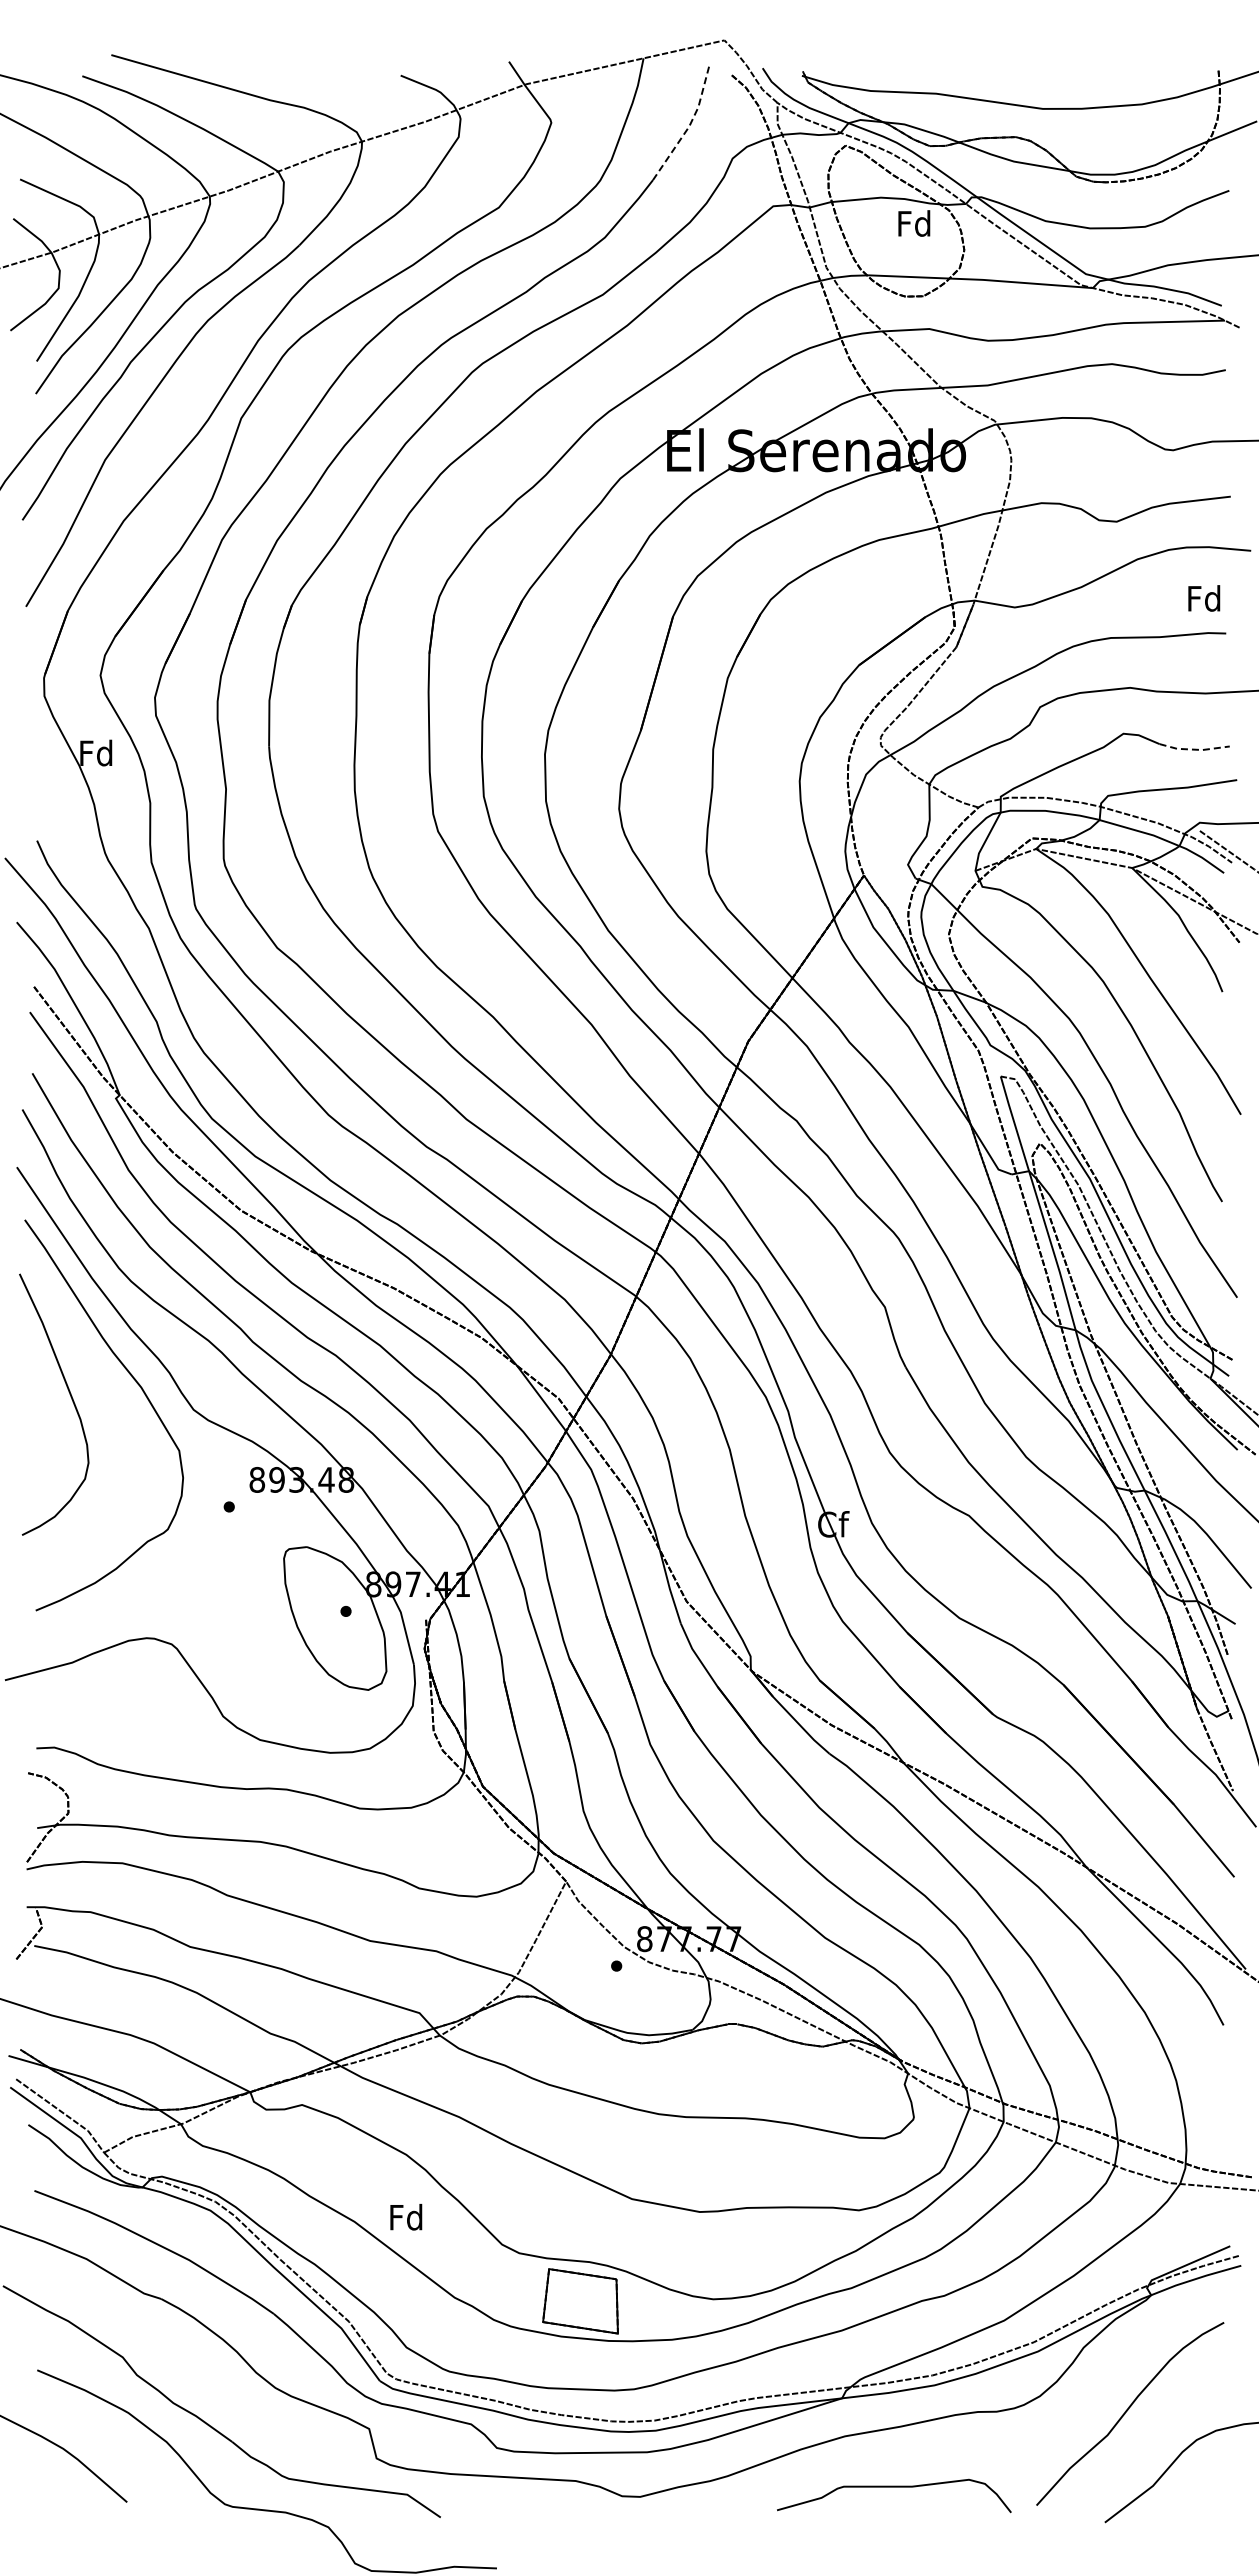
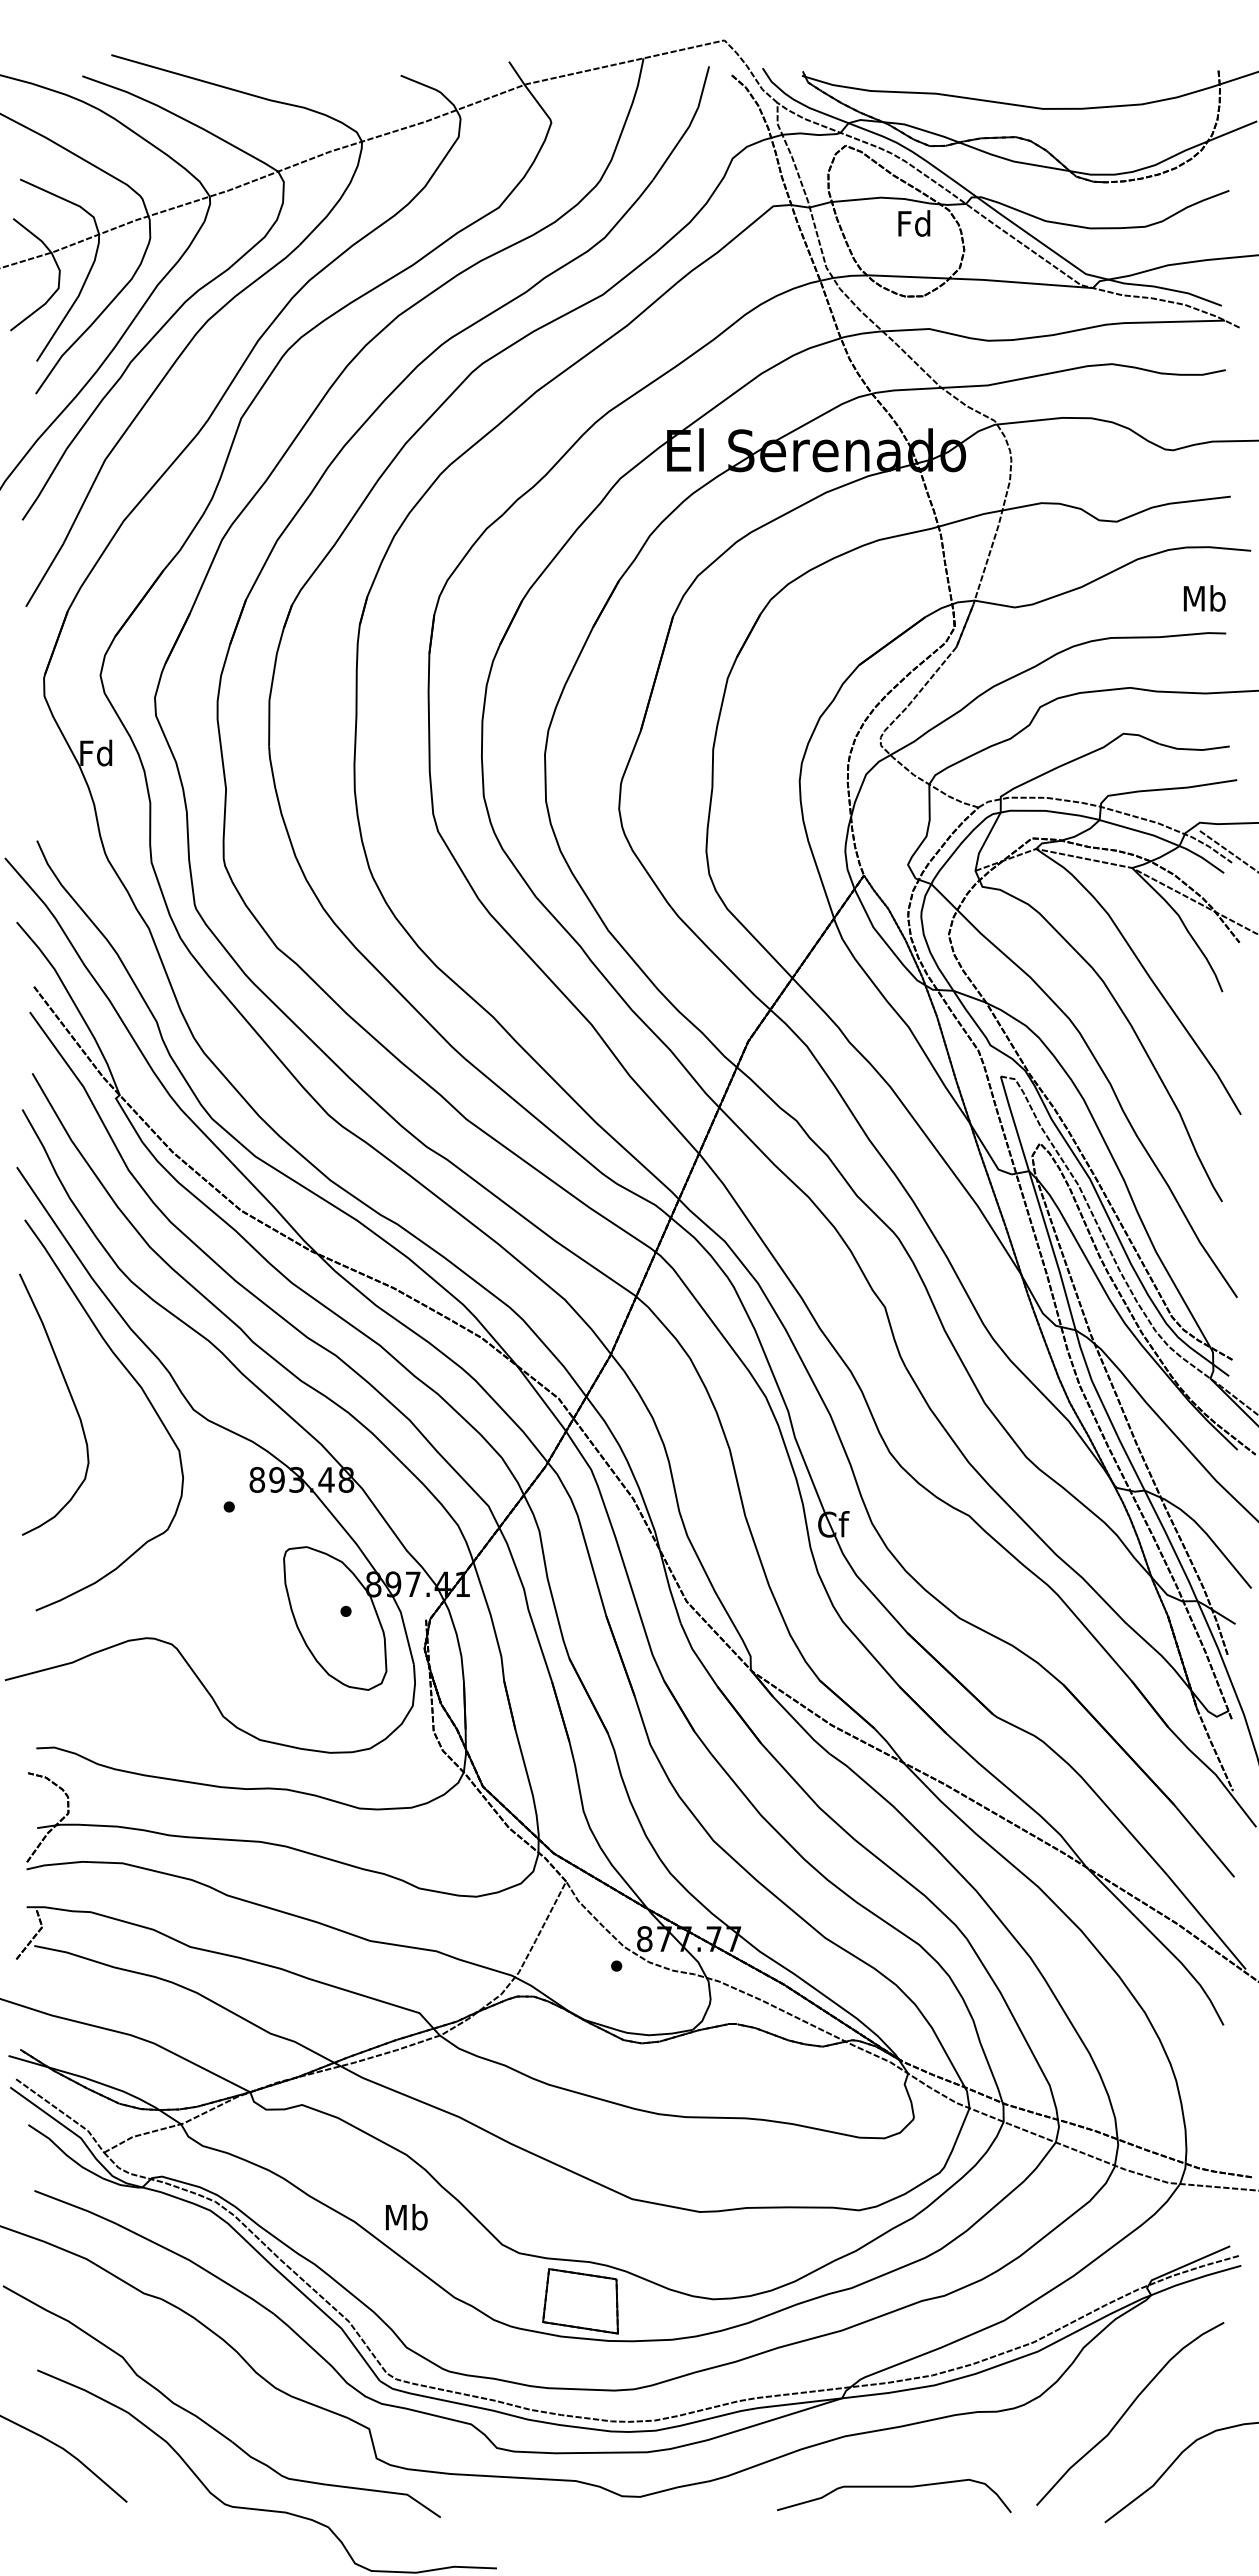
line at (689, 126): dashed -> solid
text at (1204, 598): Fd -> Mb
line at (1194, 749): dashed -> solid
text at (406, 2216): Fd -> Mb
